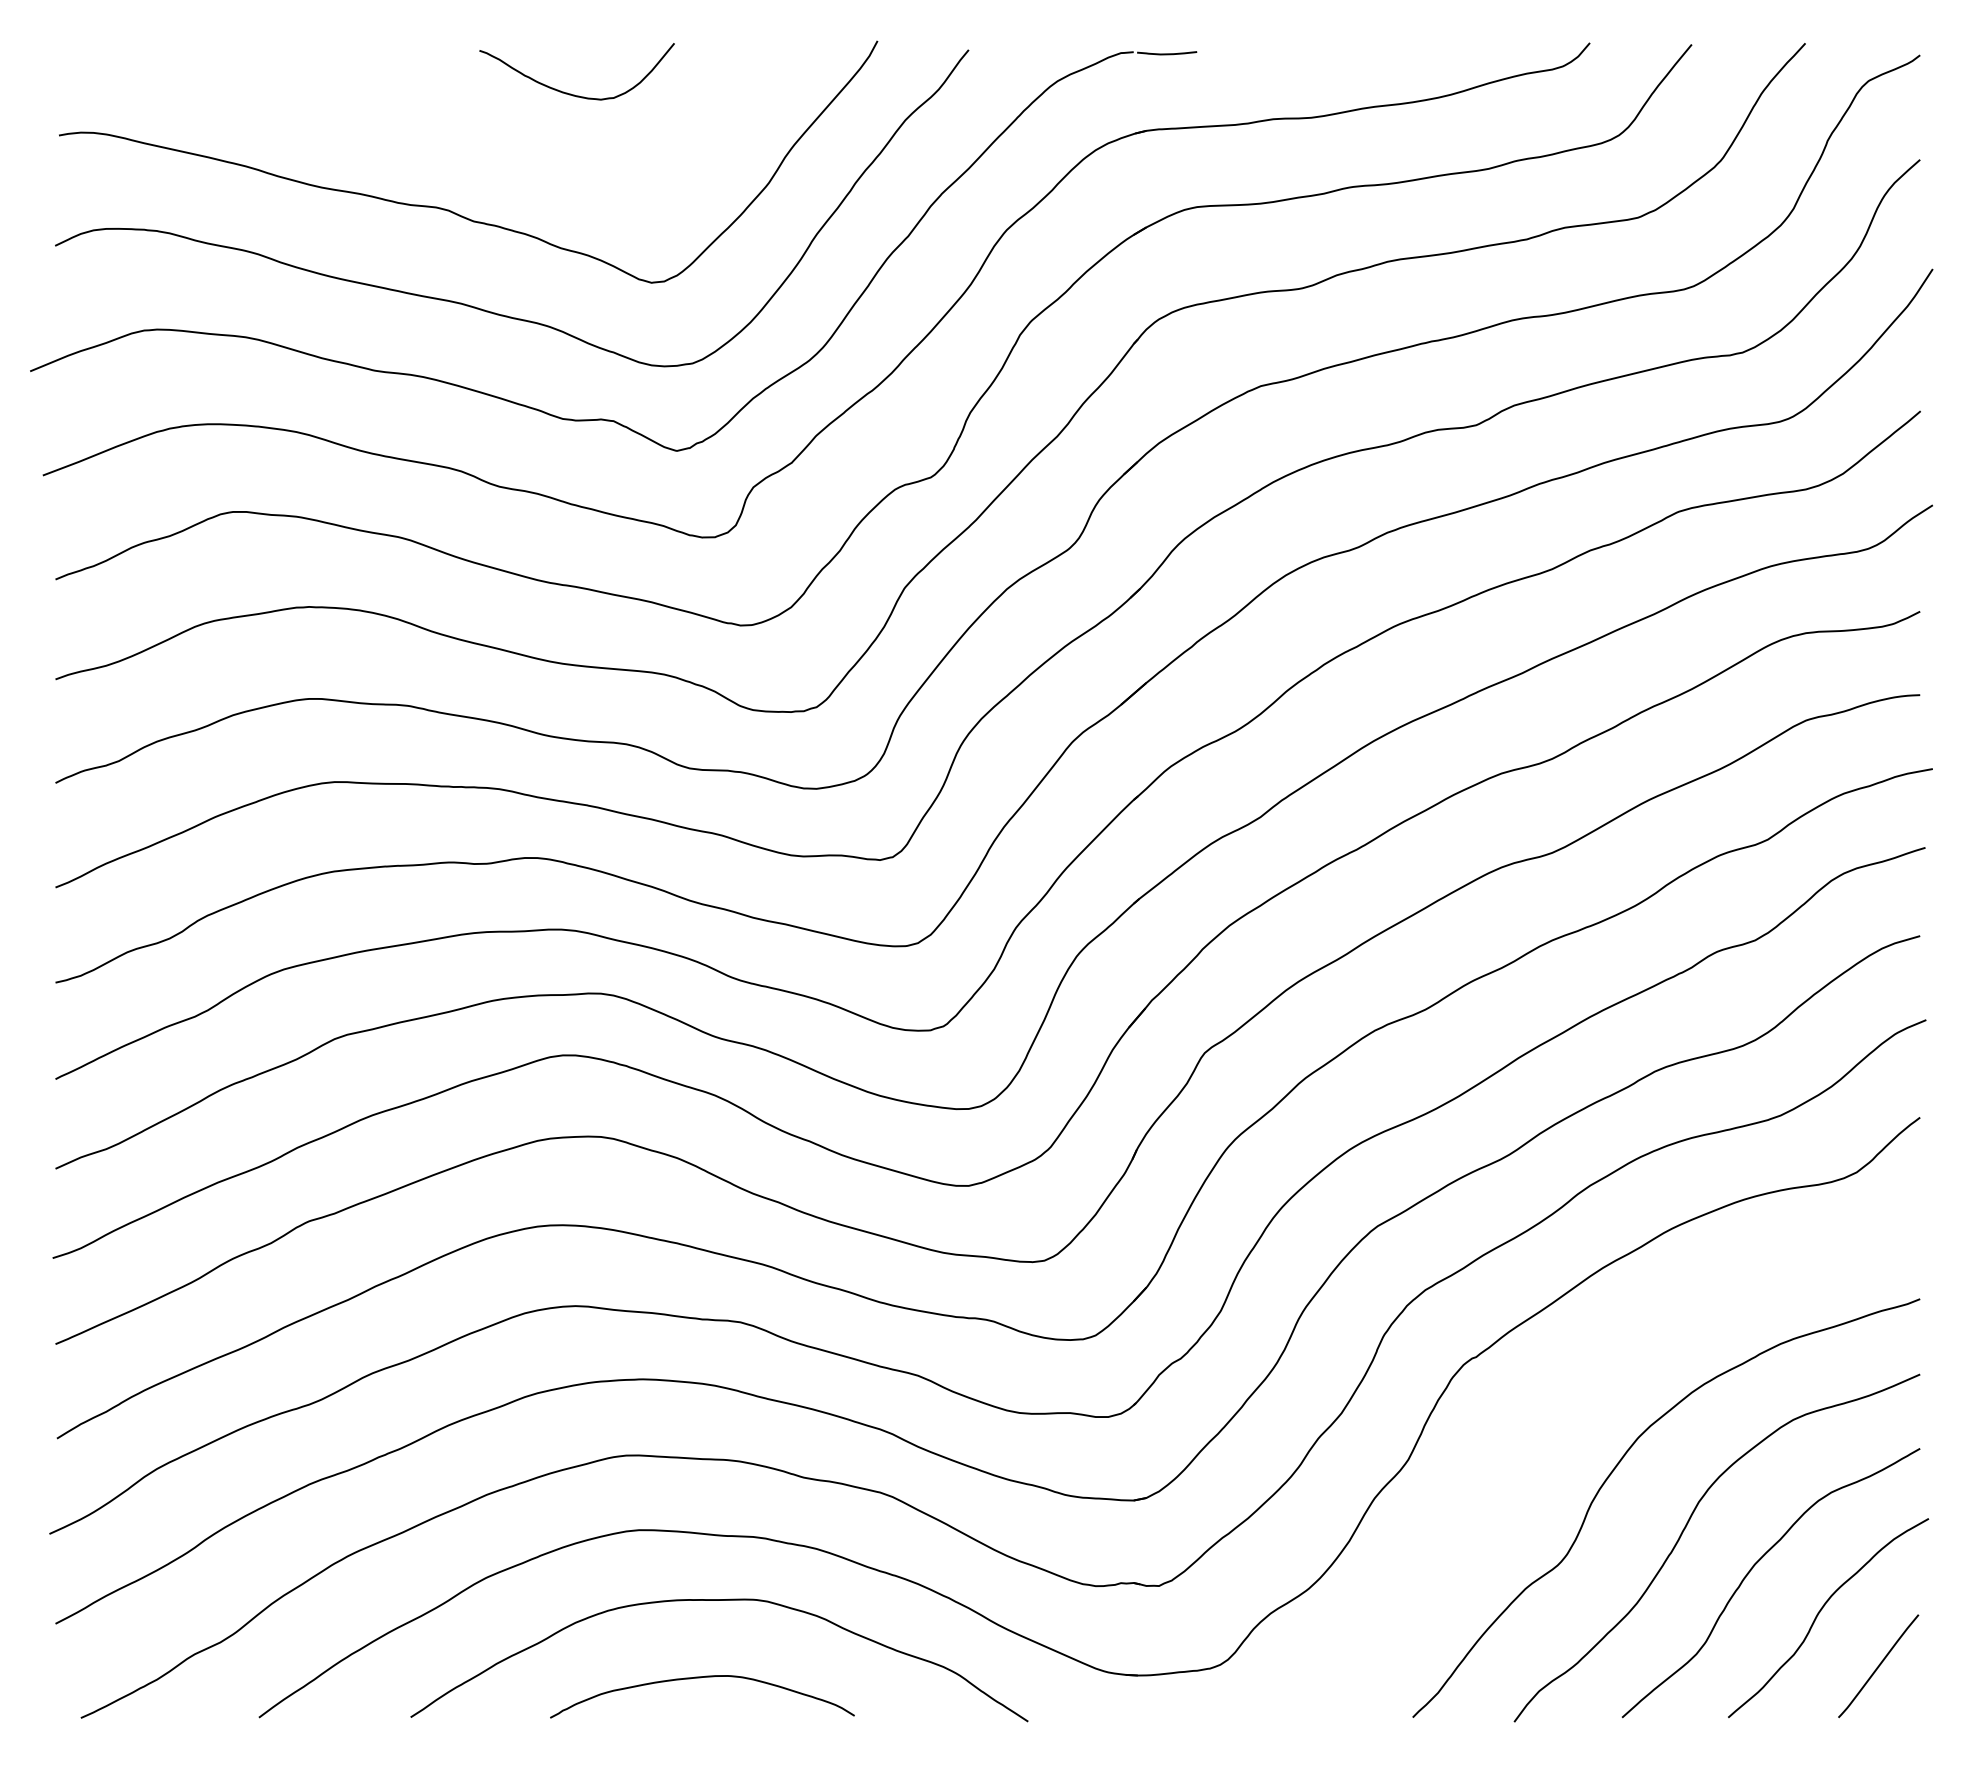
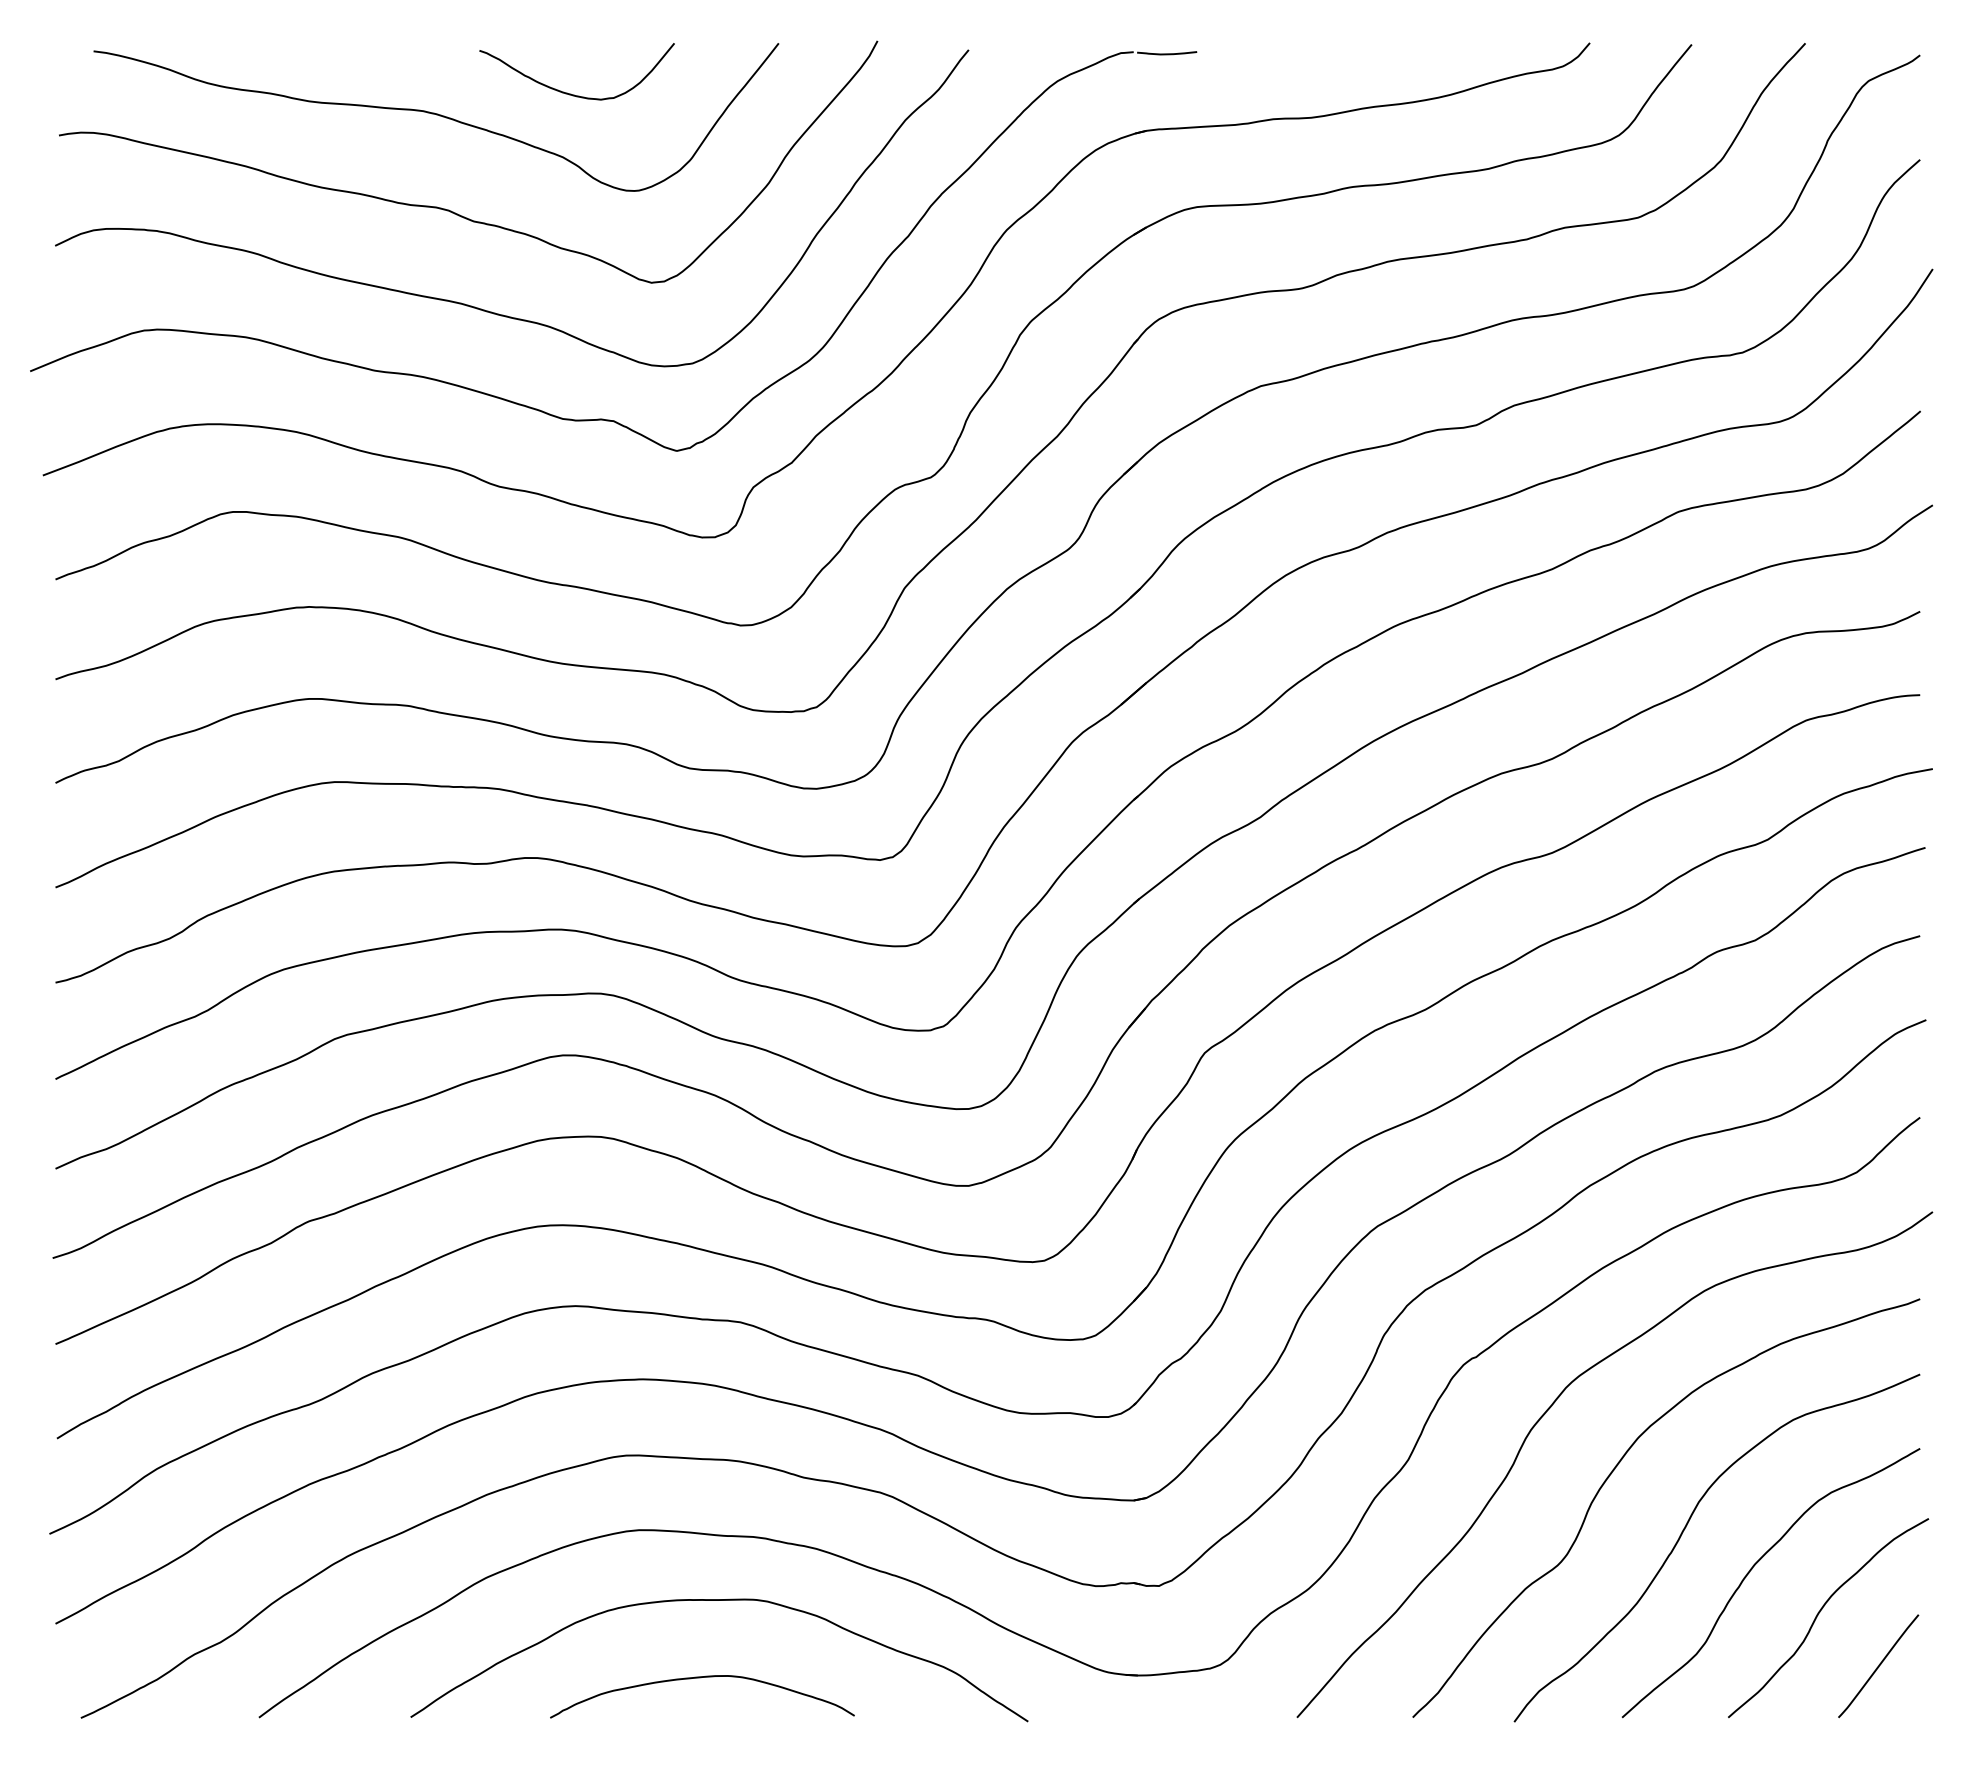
curve at (436, 115): none -> present
curve at (1551, 1407): none -> present
